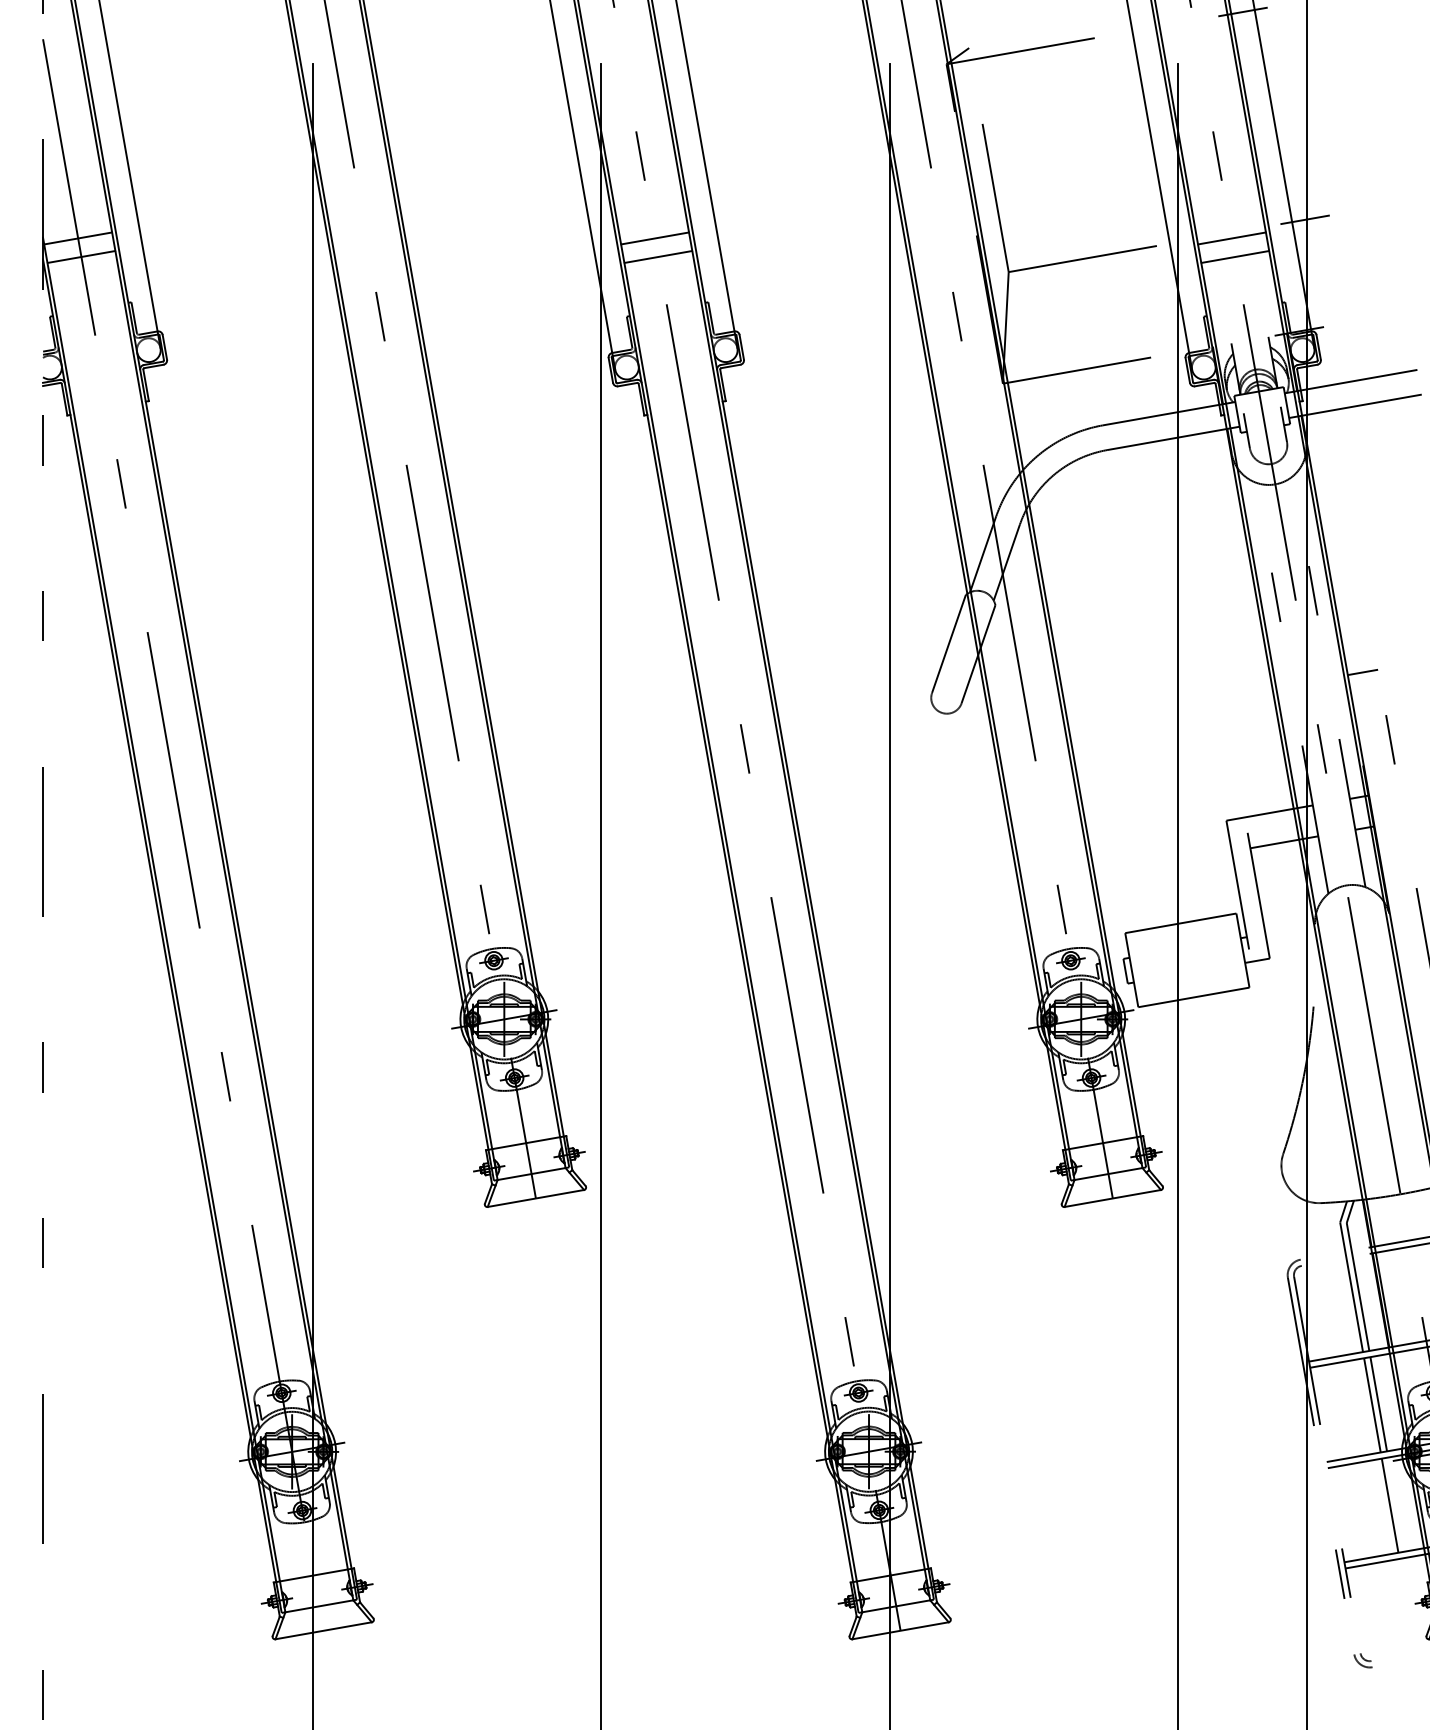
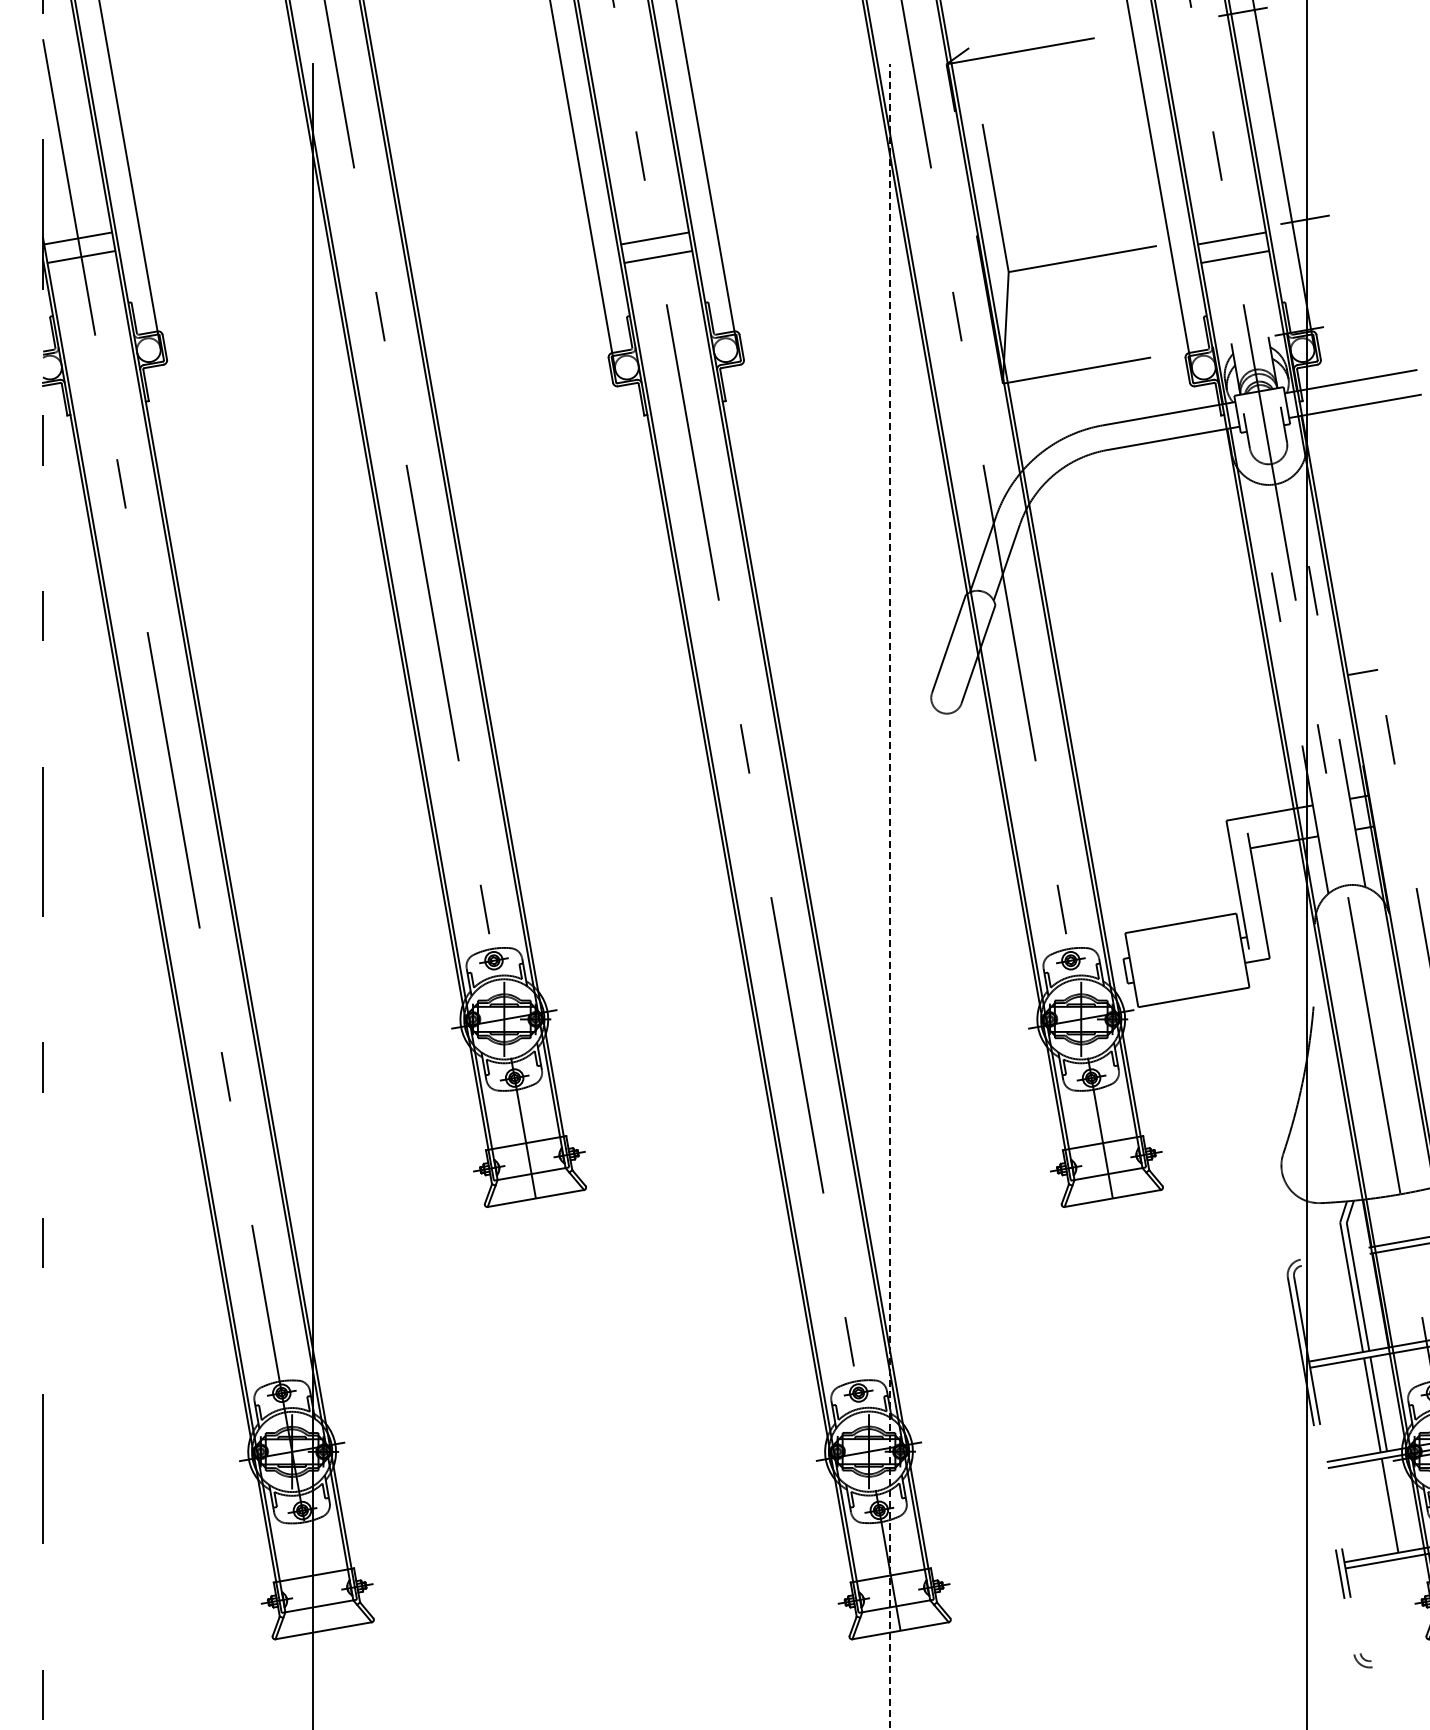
line at (601, 895): present -> none
line at (1178, 895): present -> none
line at (889, 897): solid -> dashed
